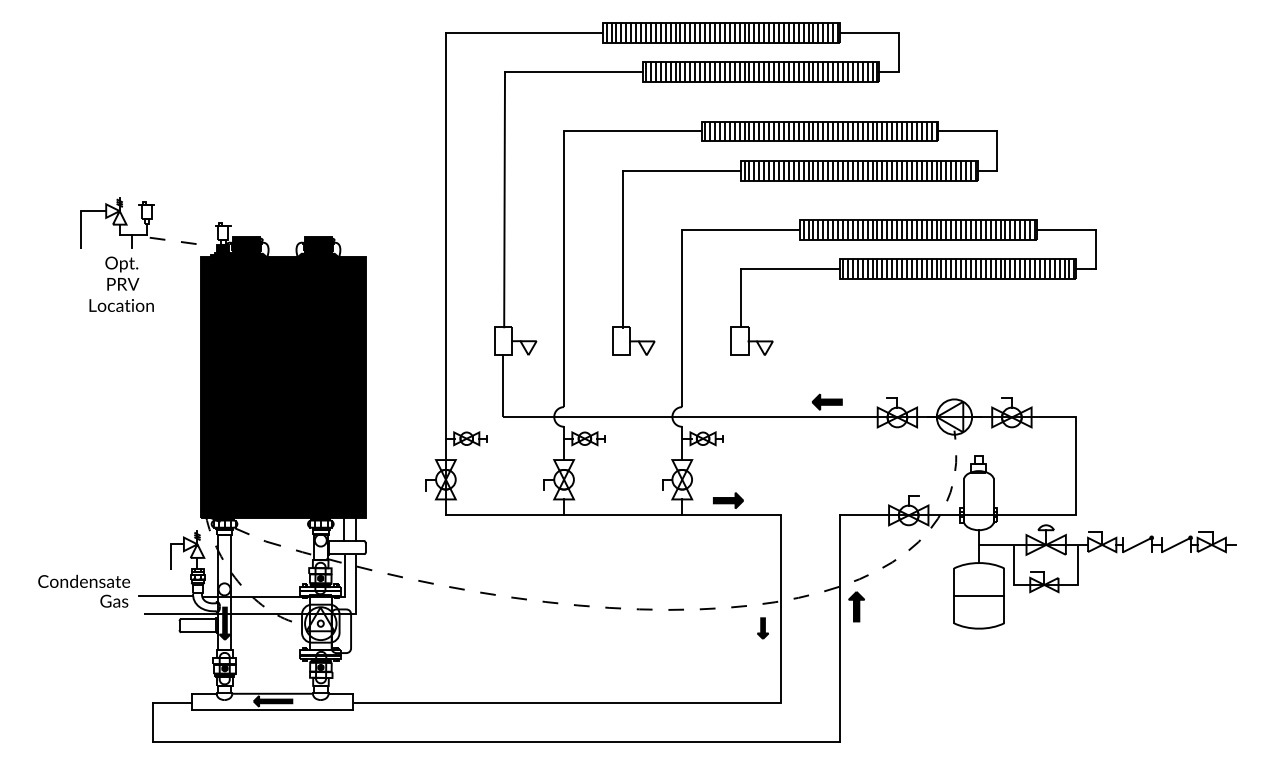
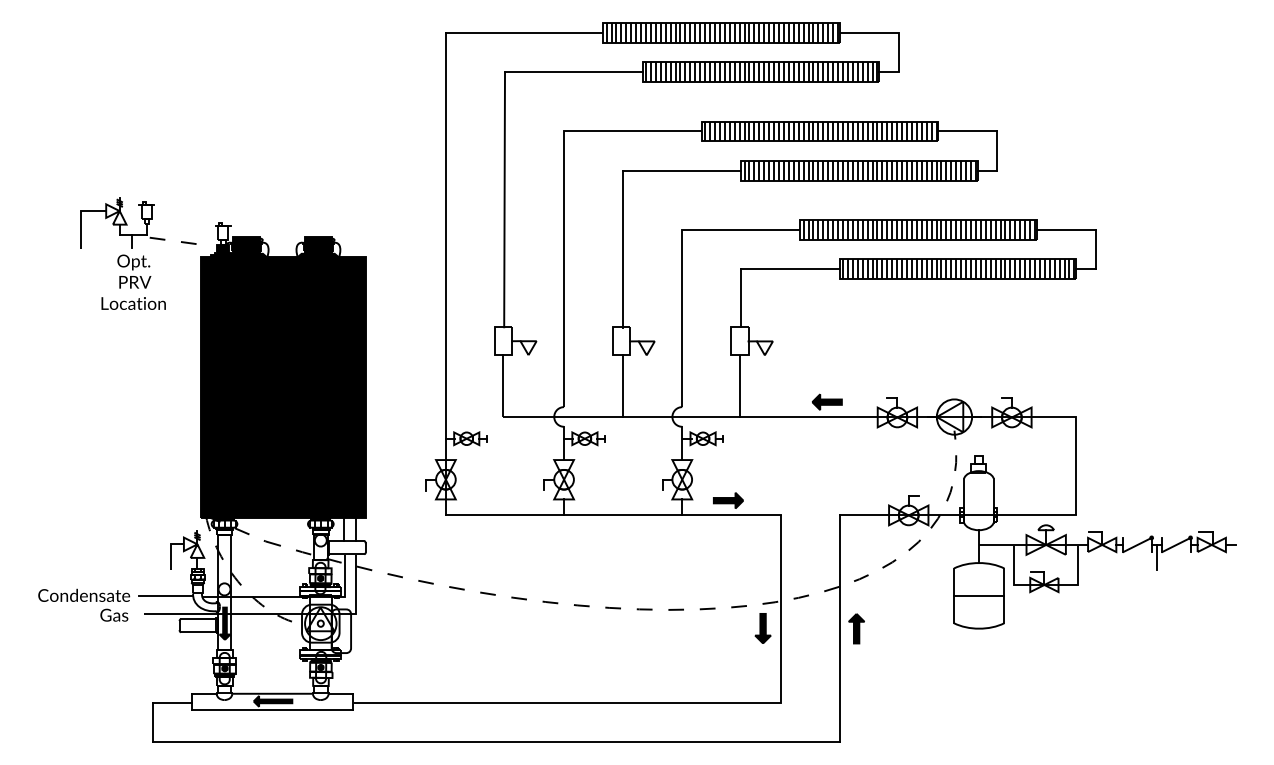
text at (121, 283) position: (121, 283) -> (133, 281)
line at (623, 386): none -> present
line at (740, 386): none -> present
line at (1156, 556): none -> present
text at (84, 590) position: (84, 590) -> (84, 604)
part at (856, 606) position: (856, 606) -> (856, 628)
part at (762, 628) size: 12x23 px -> 18x31 px
